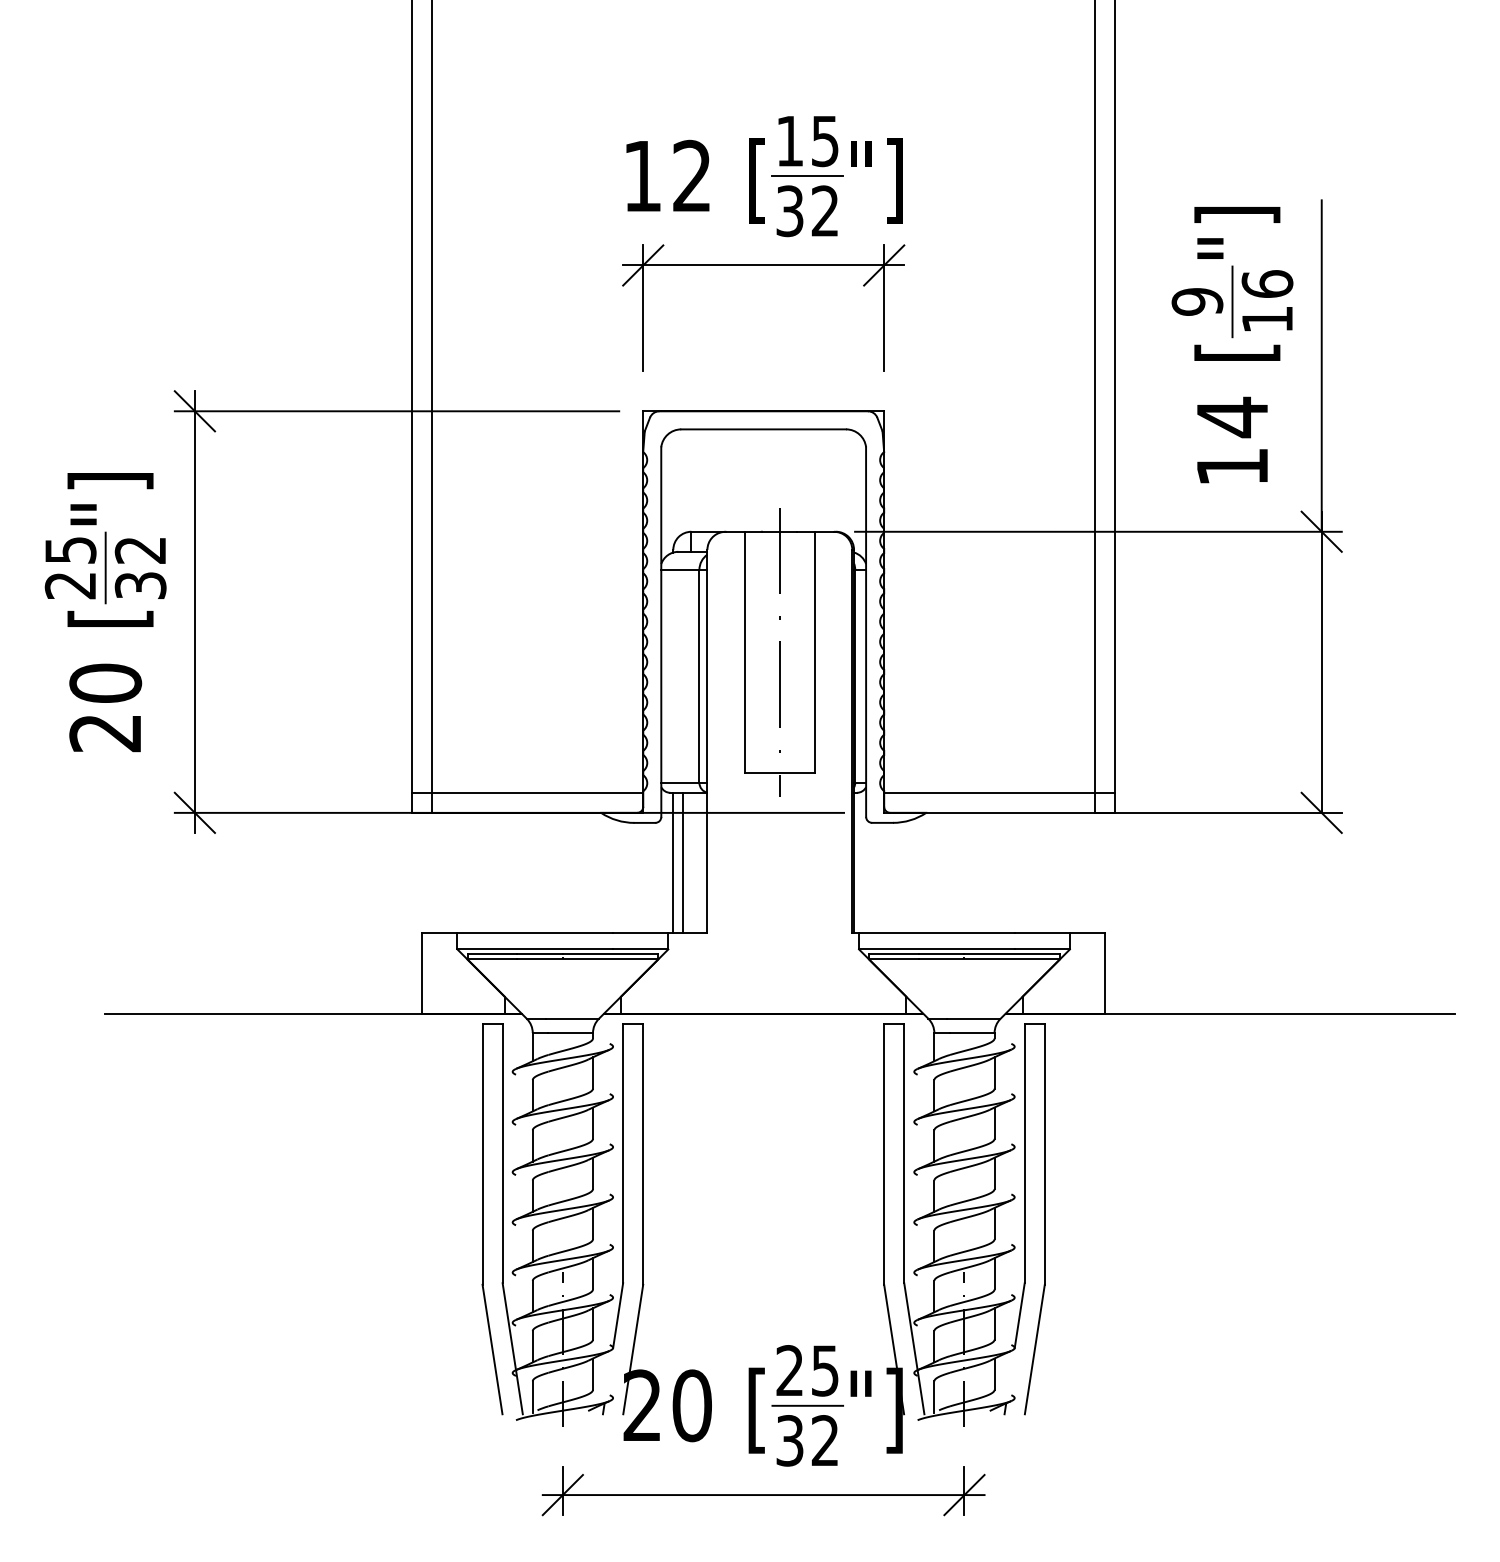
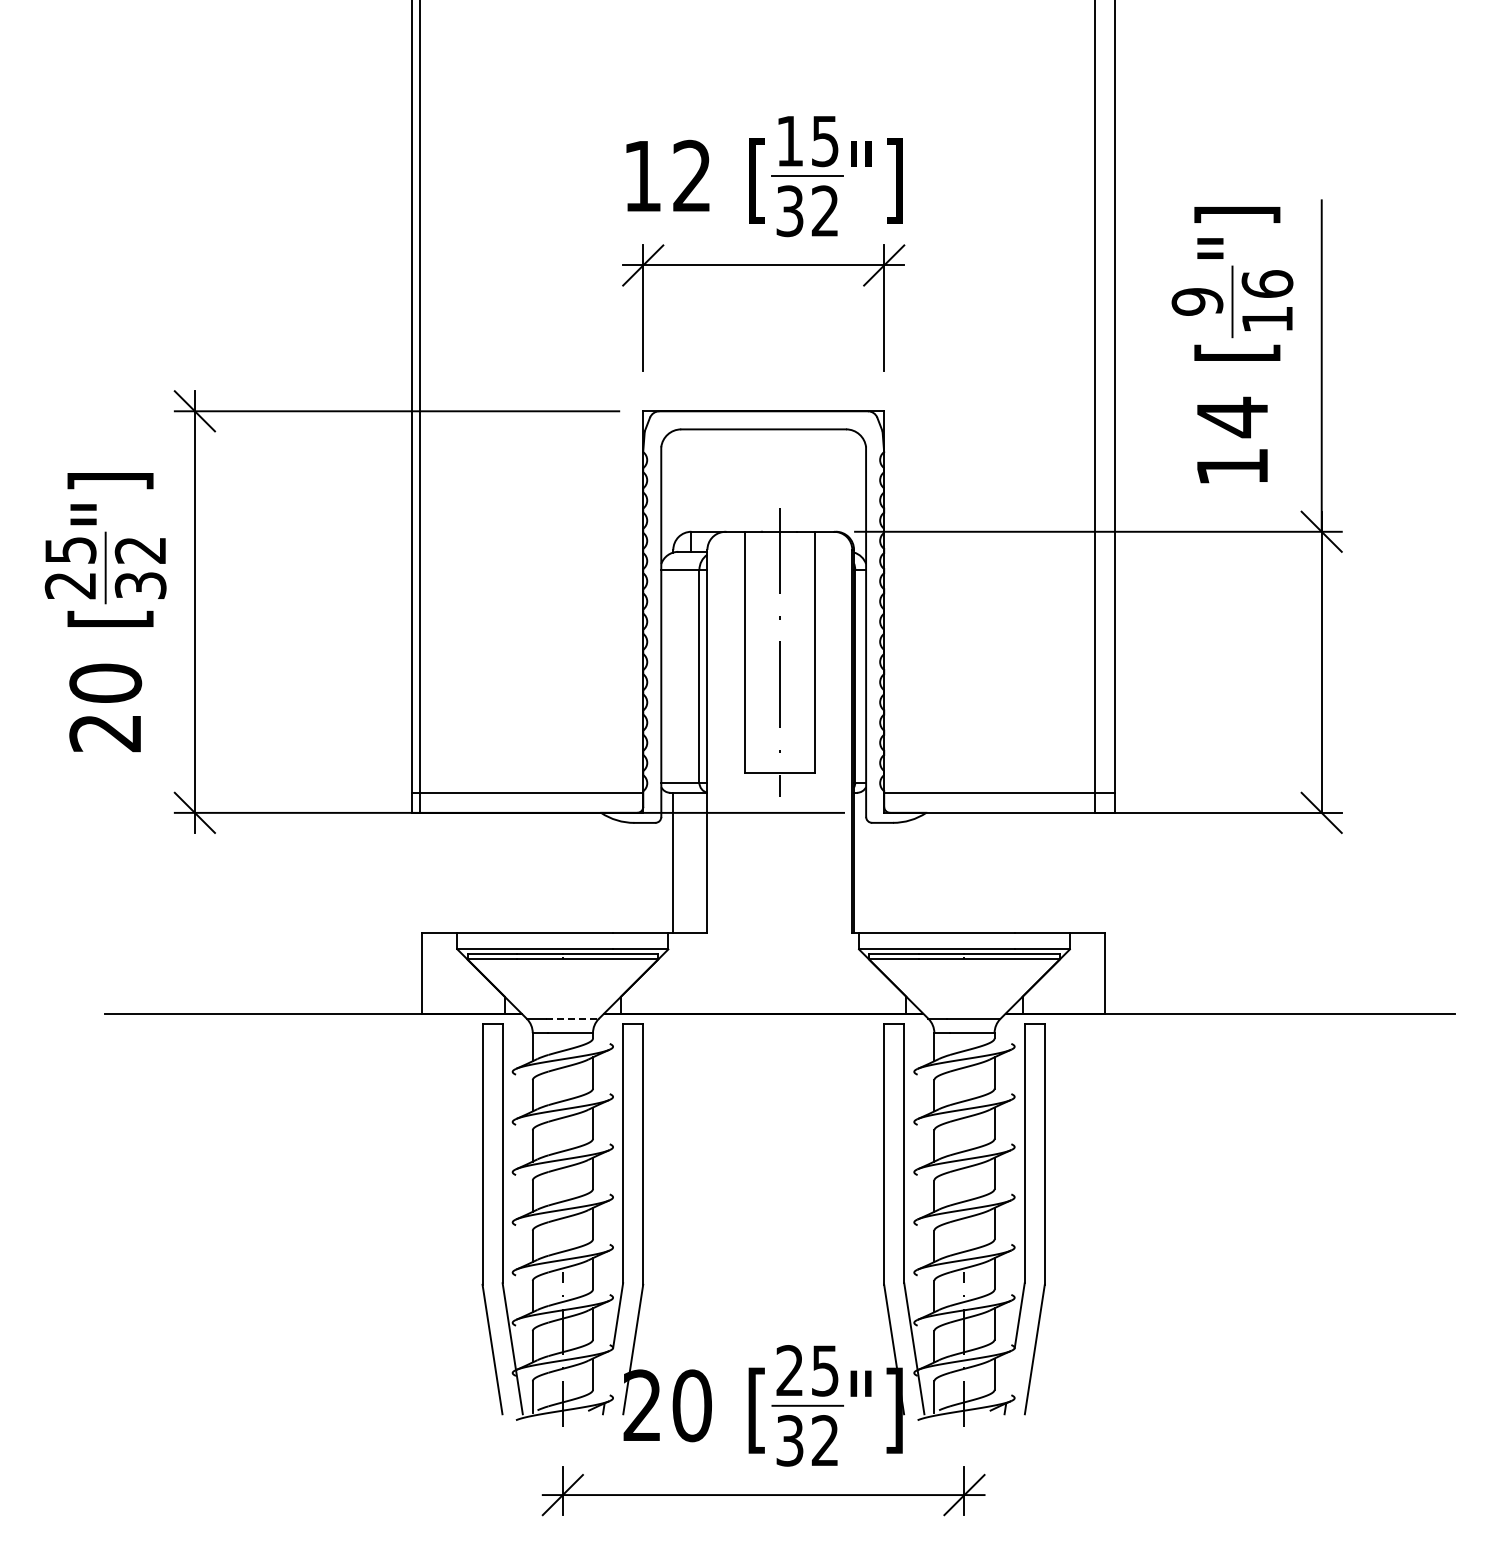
line at (432, 407) position: (432, 407) -> (420, 407)
line at (683, 862): present -> none
line at (572, 1018): solid -> dashed
